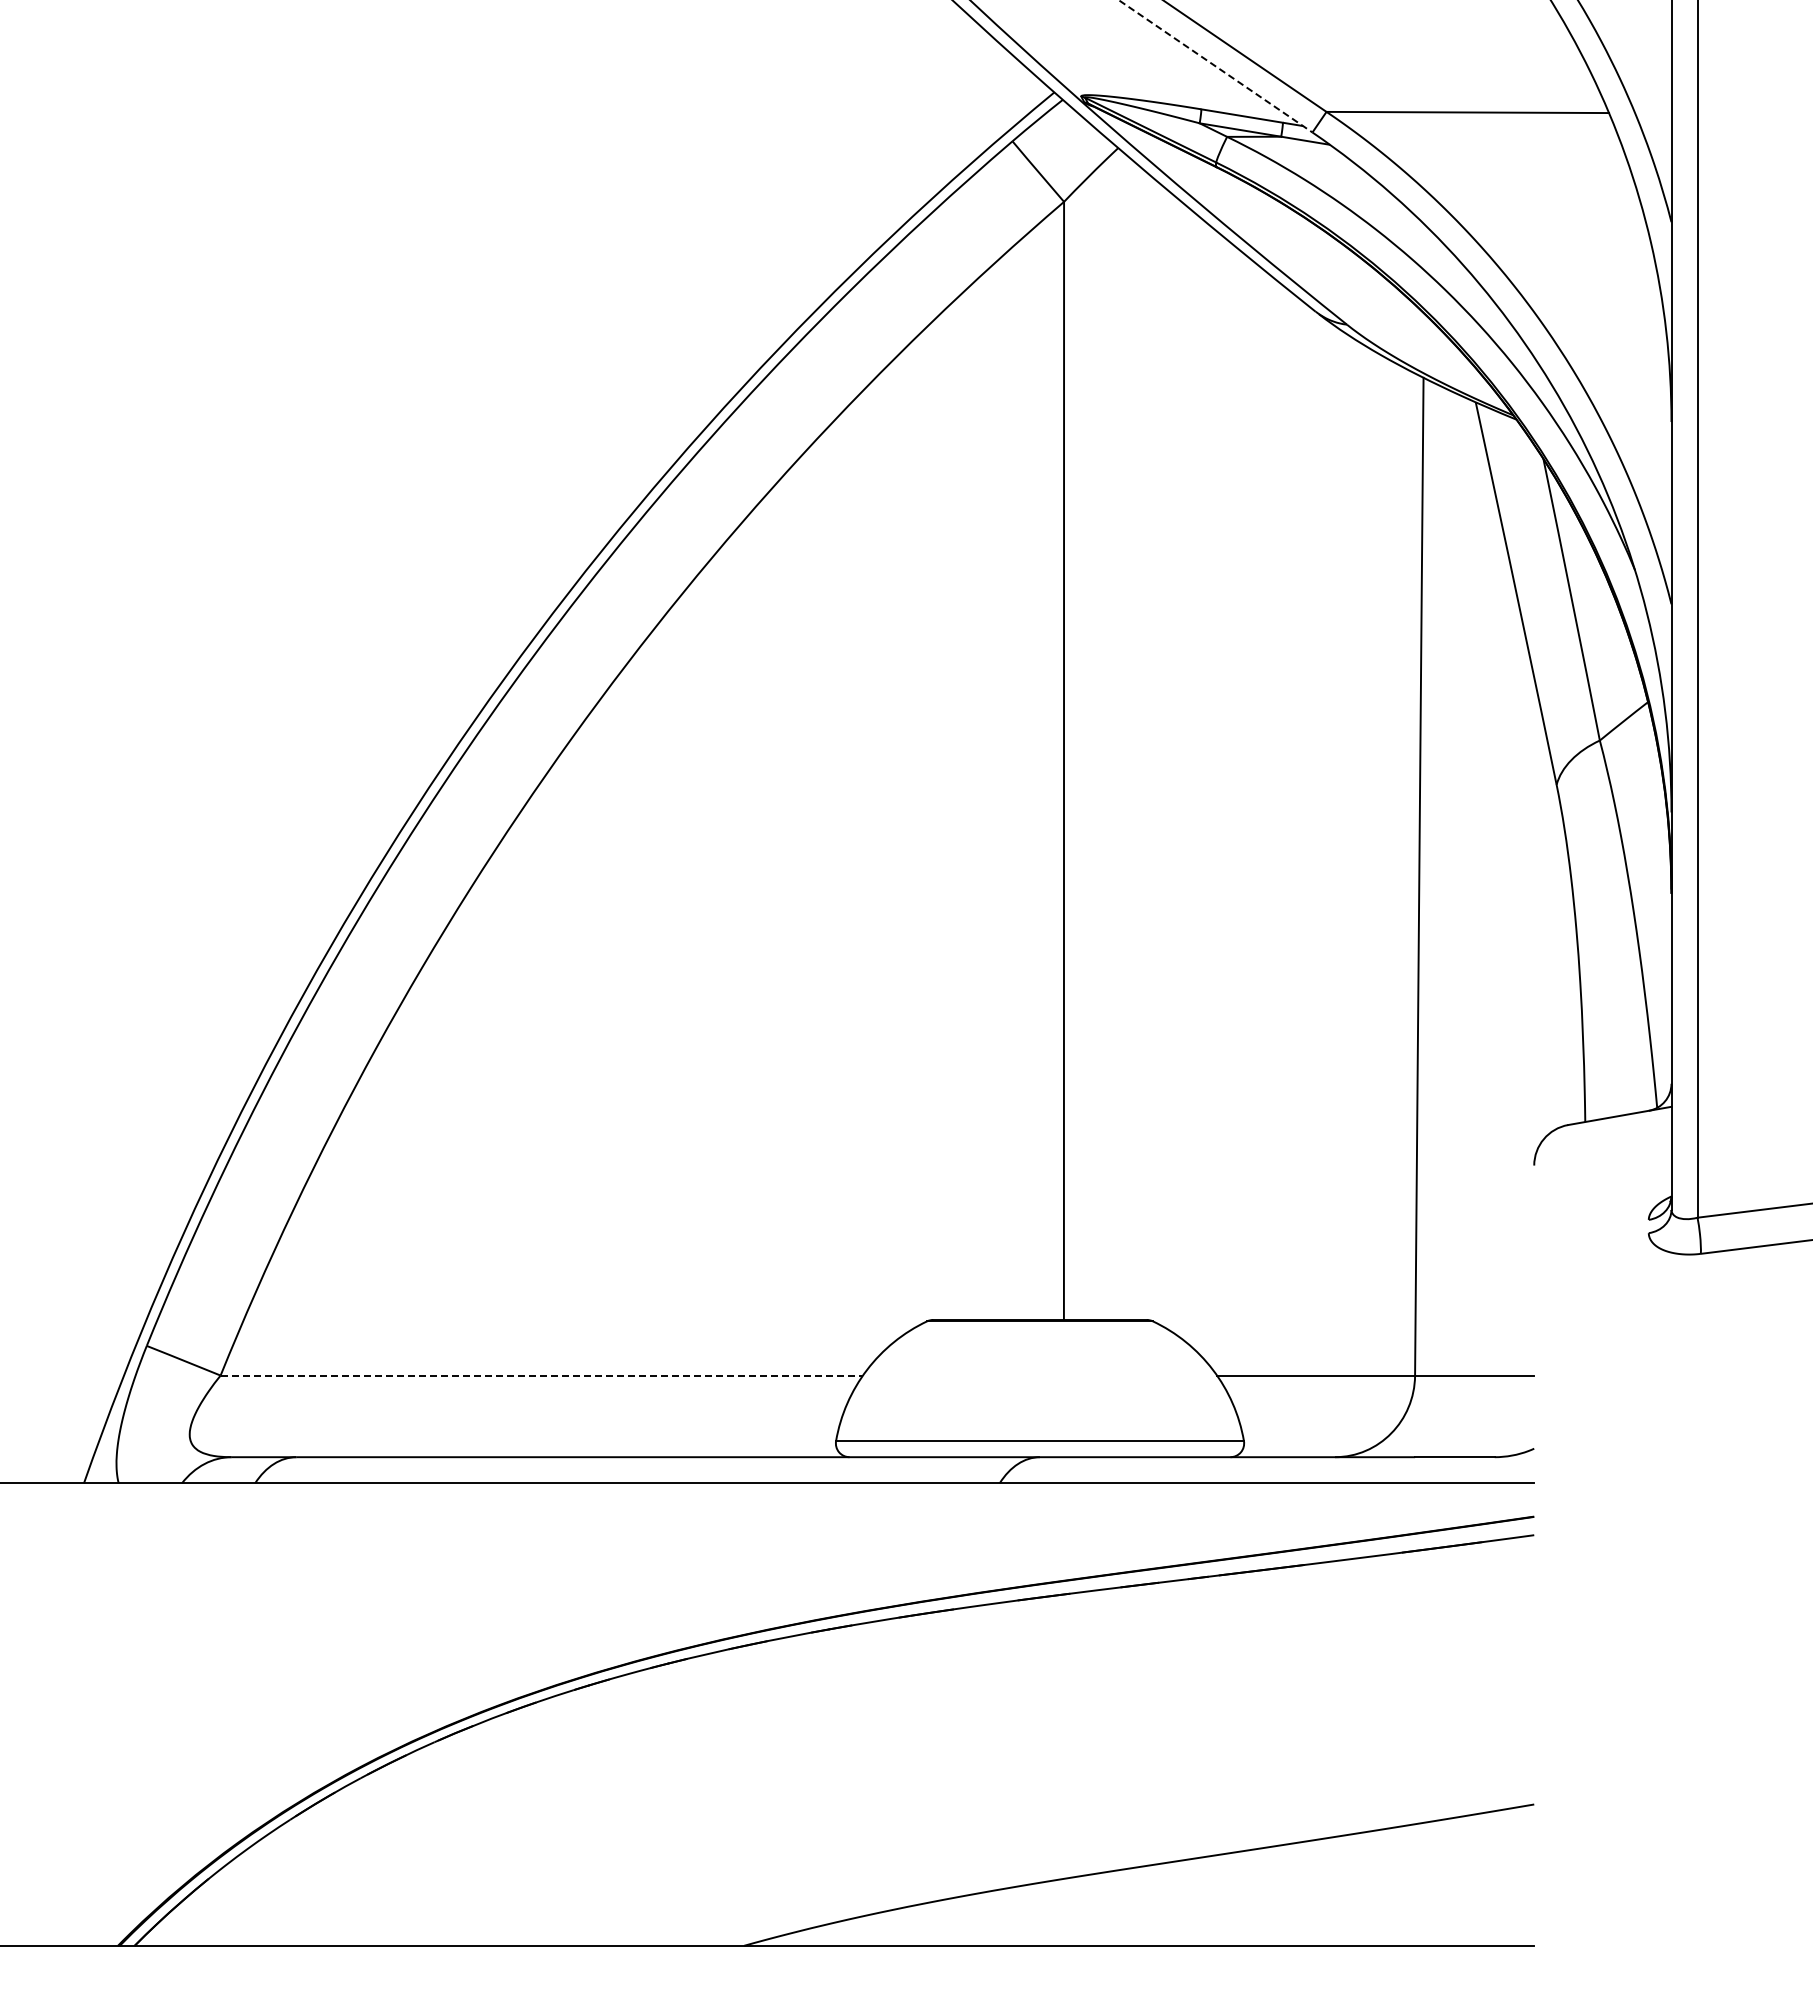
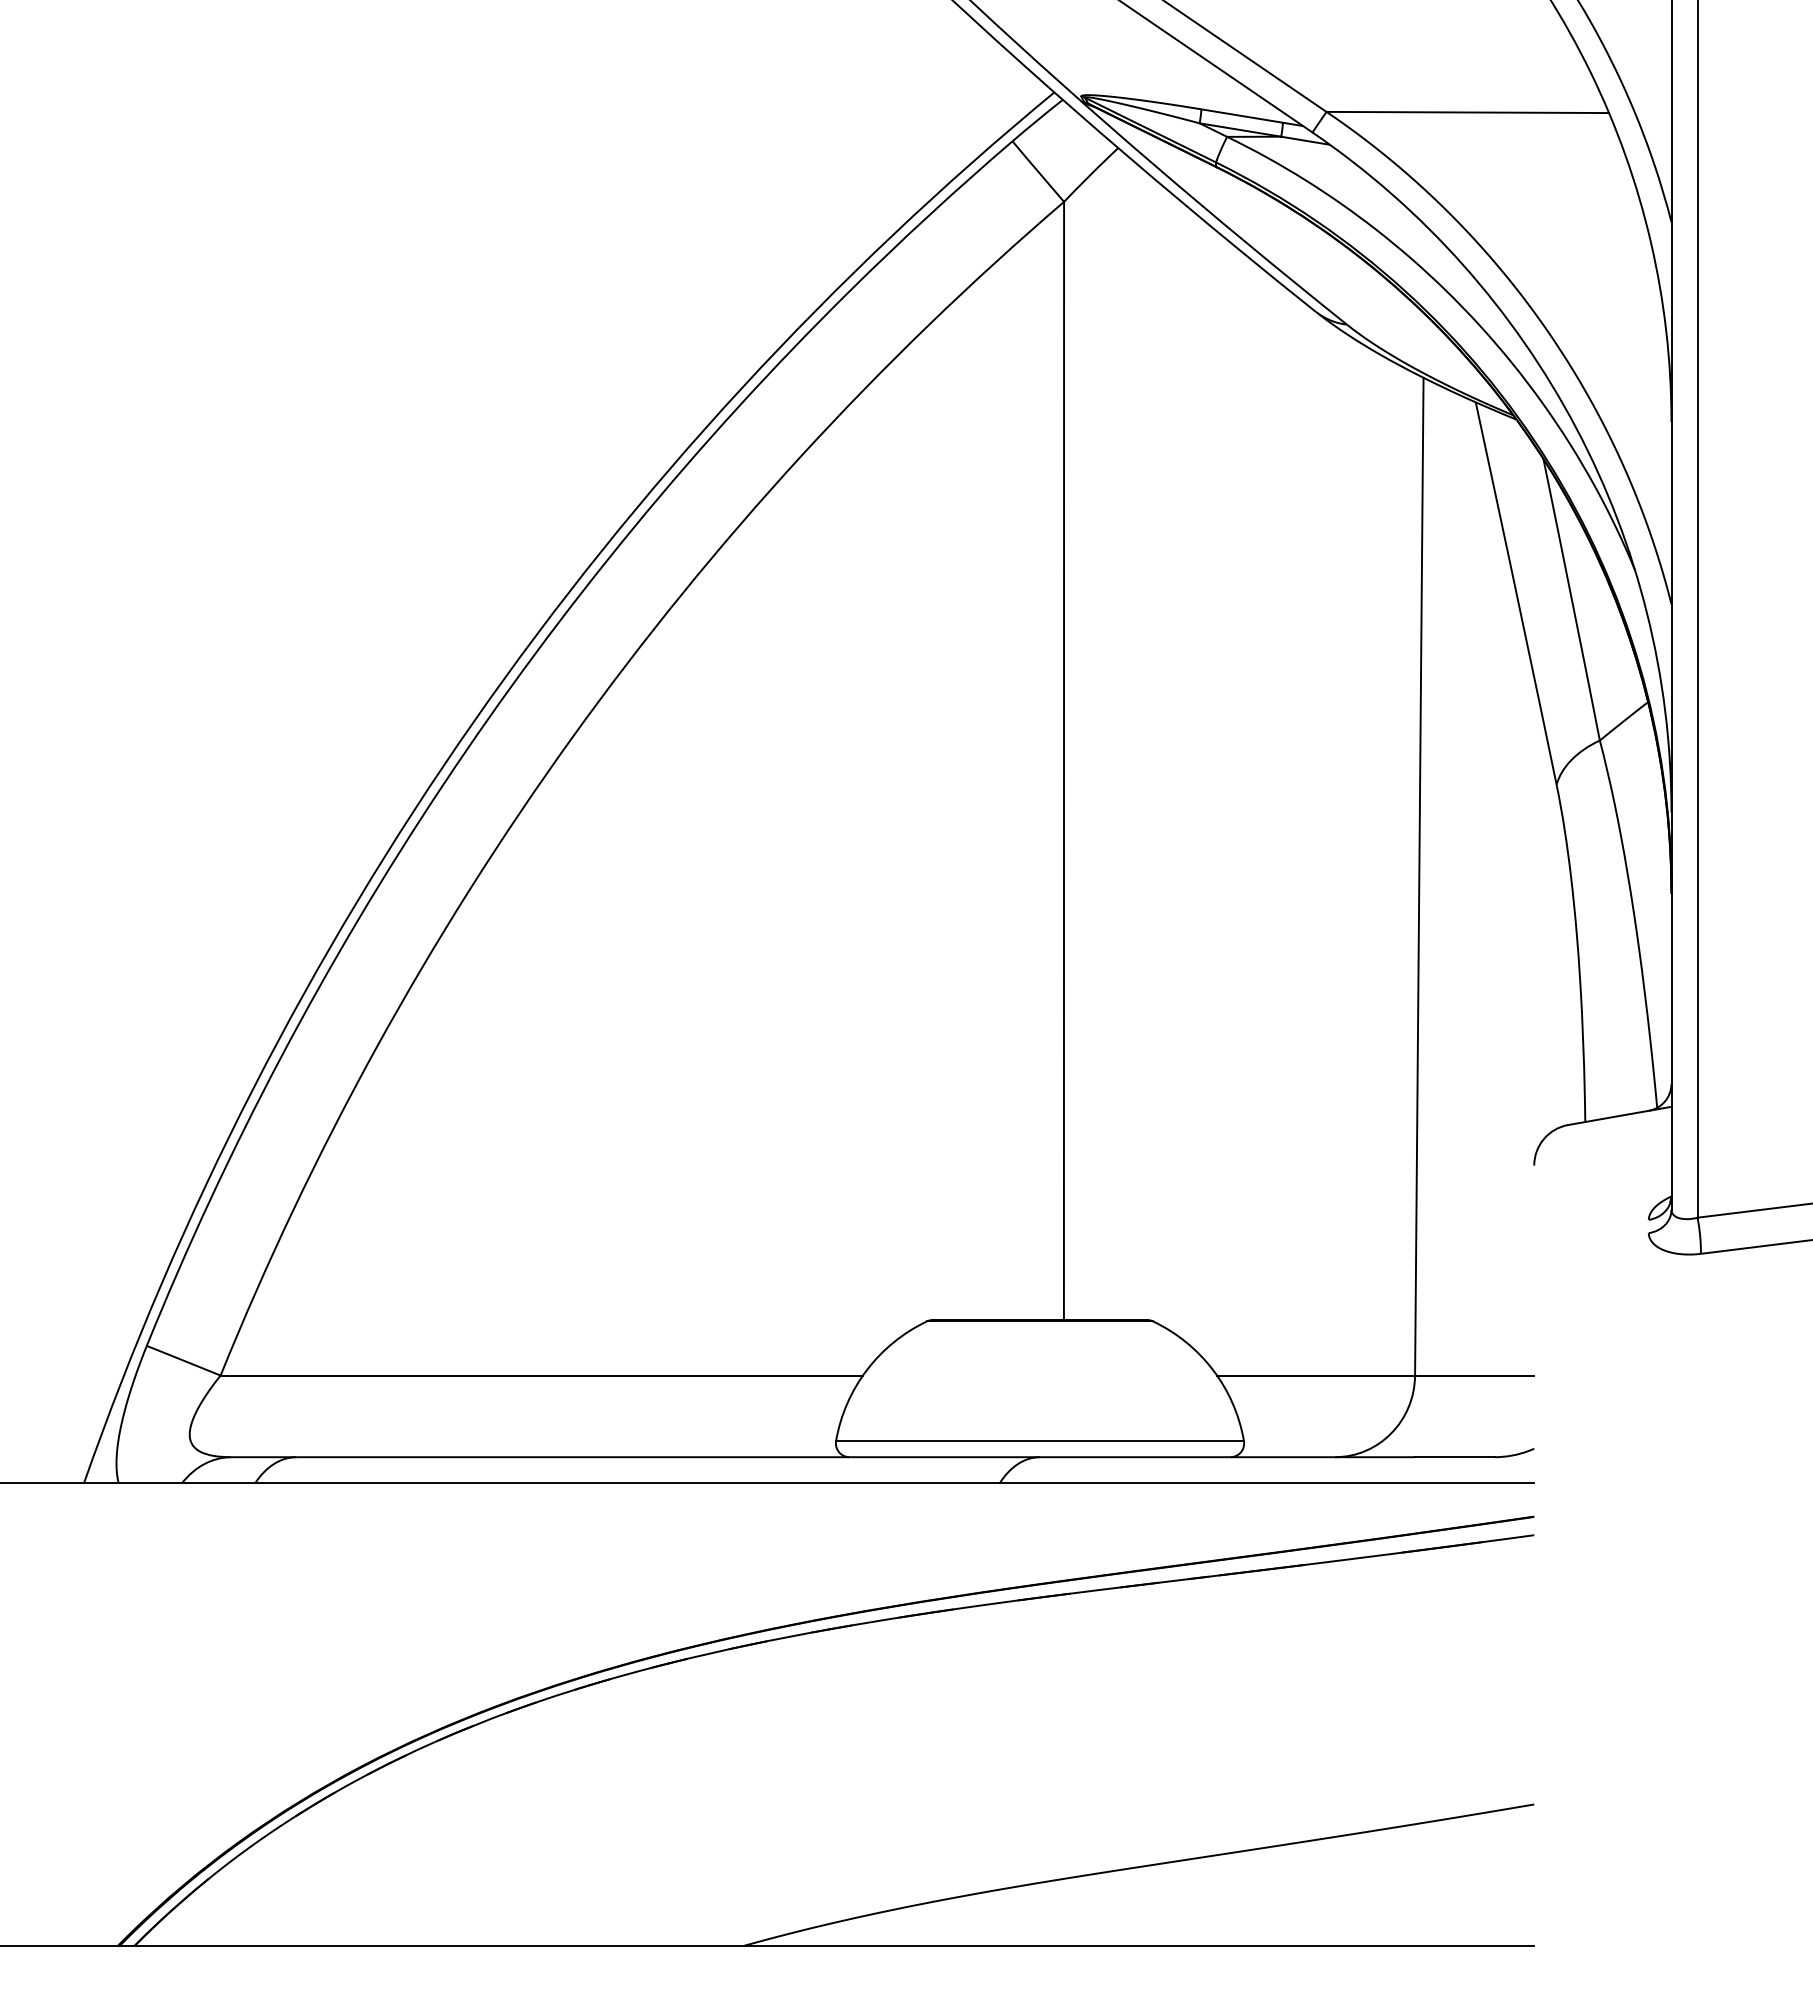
line at (1215, 66): dashed -> solid
line at (542, 1375): dashed -> solid
